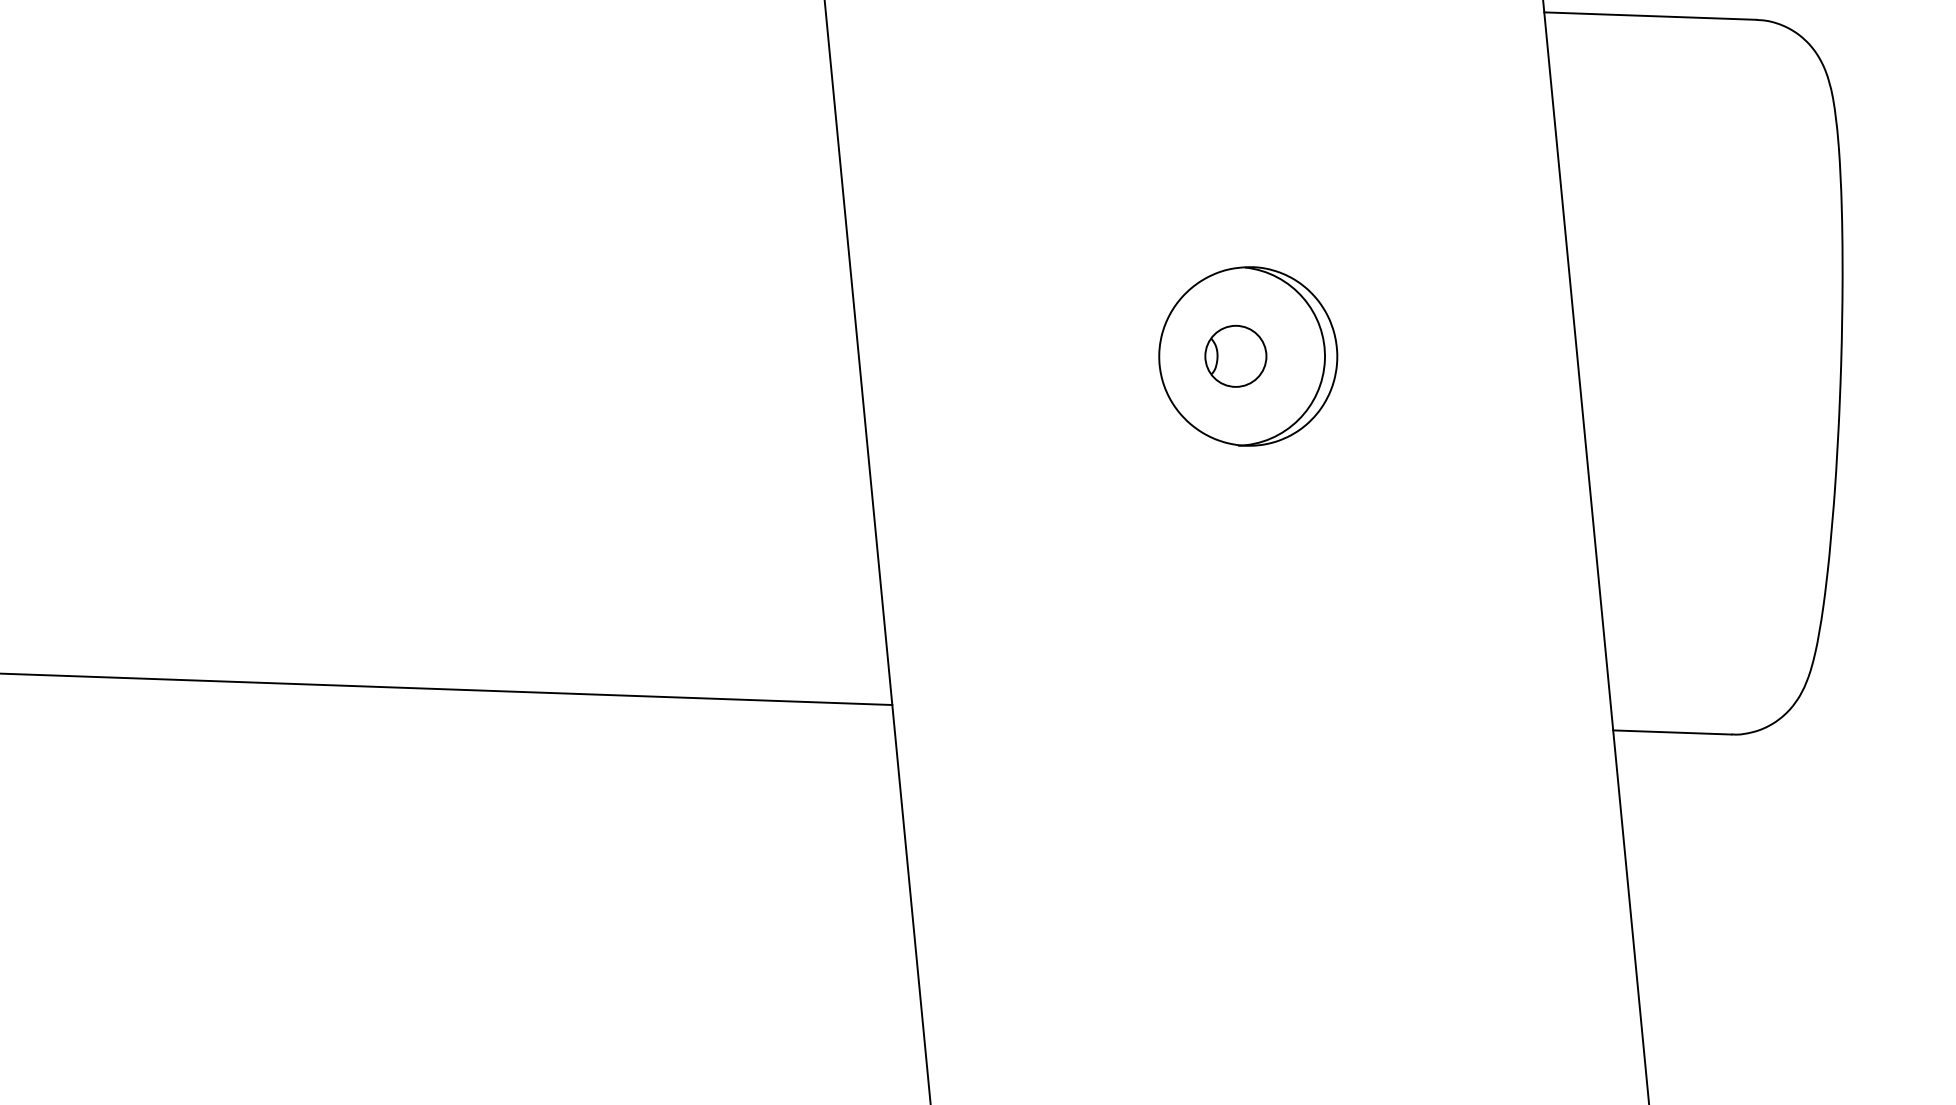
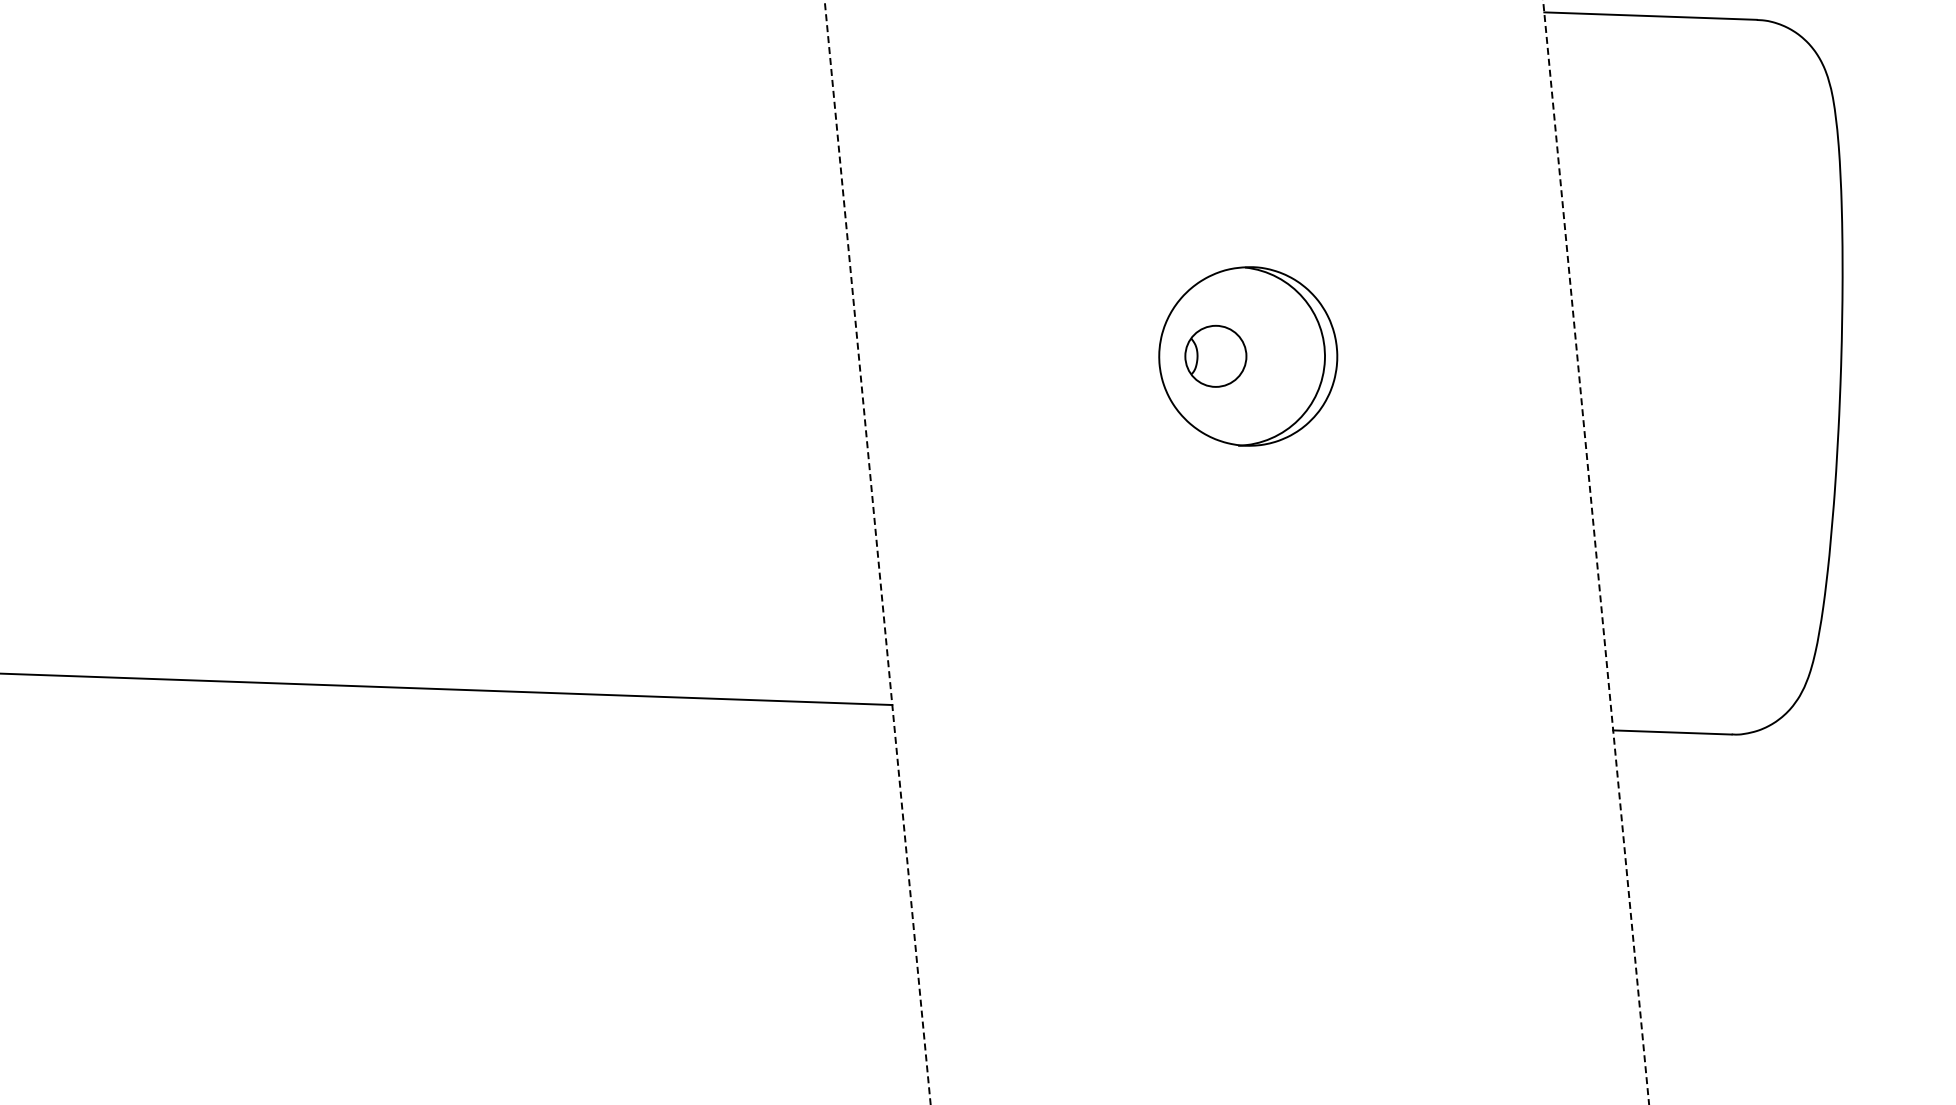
part at (1235, 355) position: (1235, 355) -> (1215, 355)
line at (1596, 551): solid -> dashed
line at (877, 552): solid -> dashed
